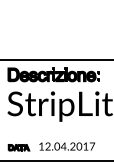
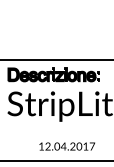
part at (18, 147): present -> none
